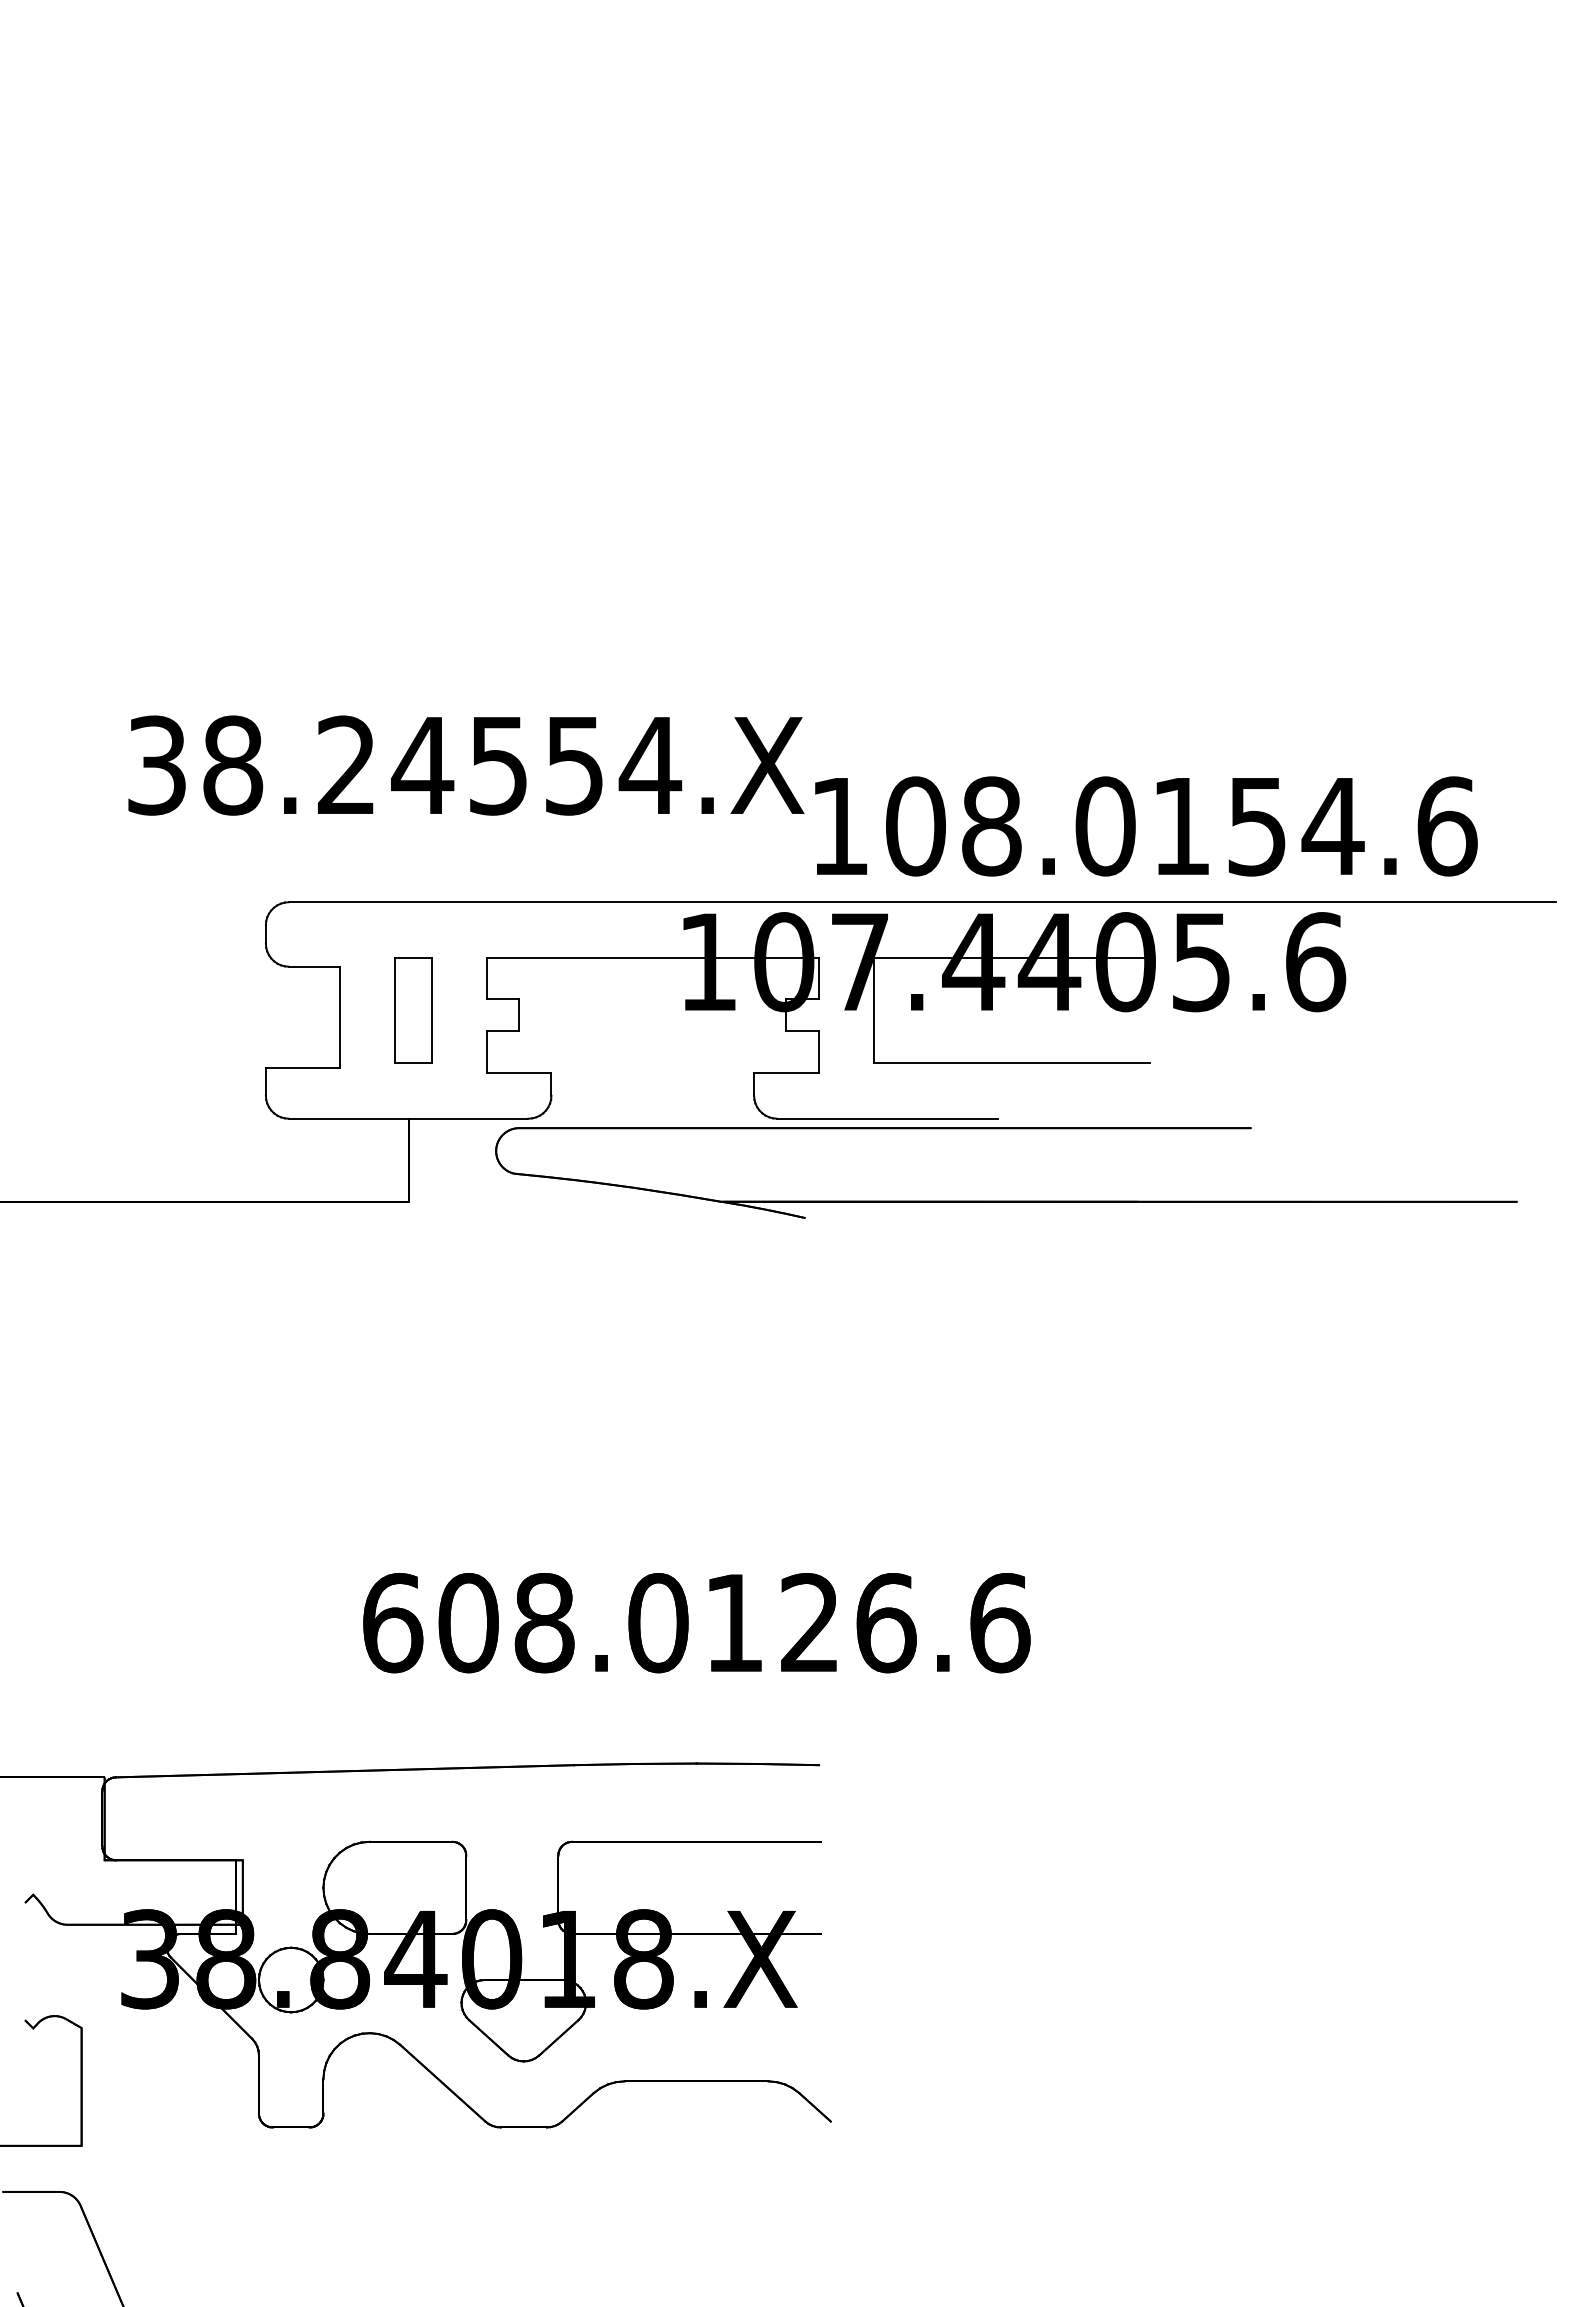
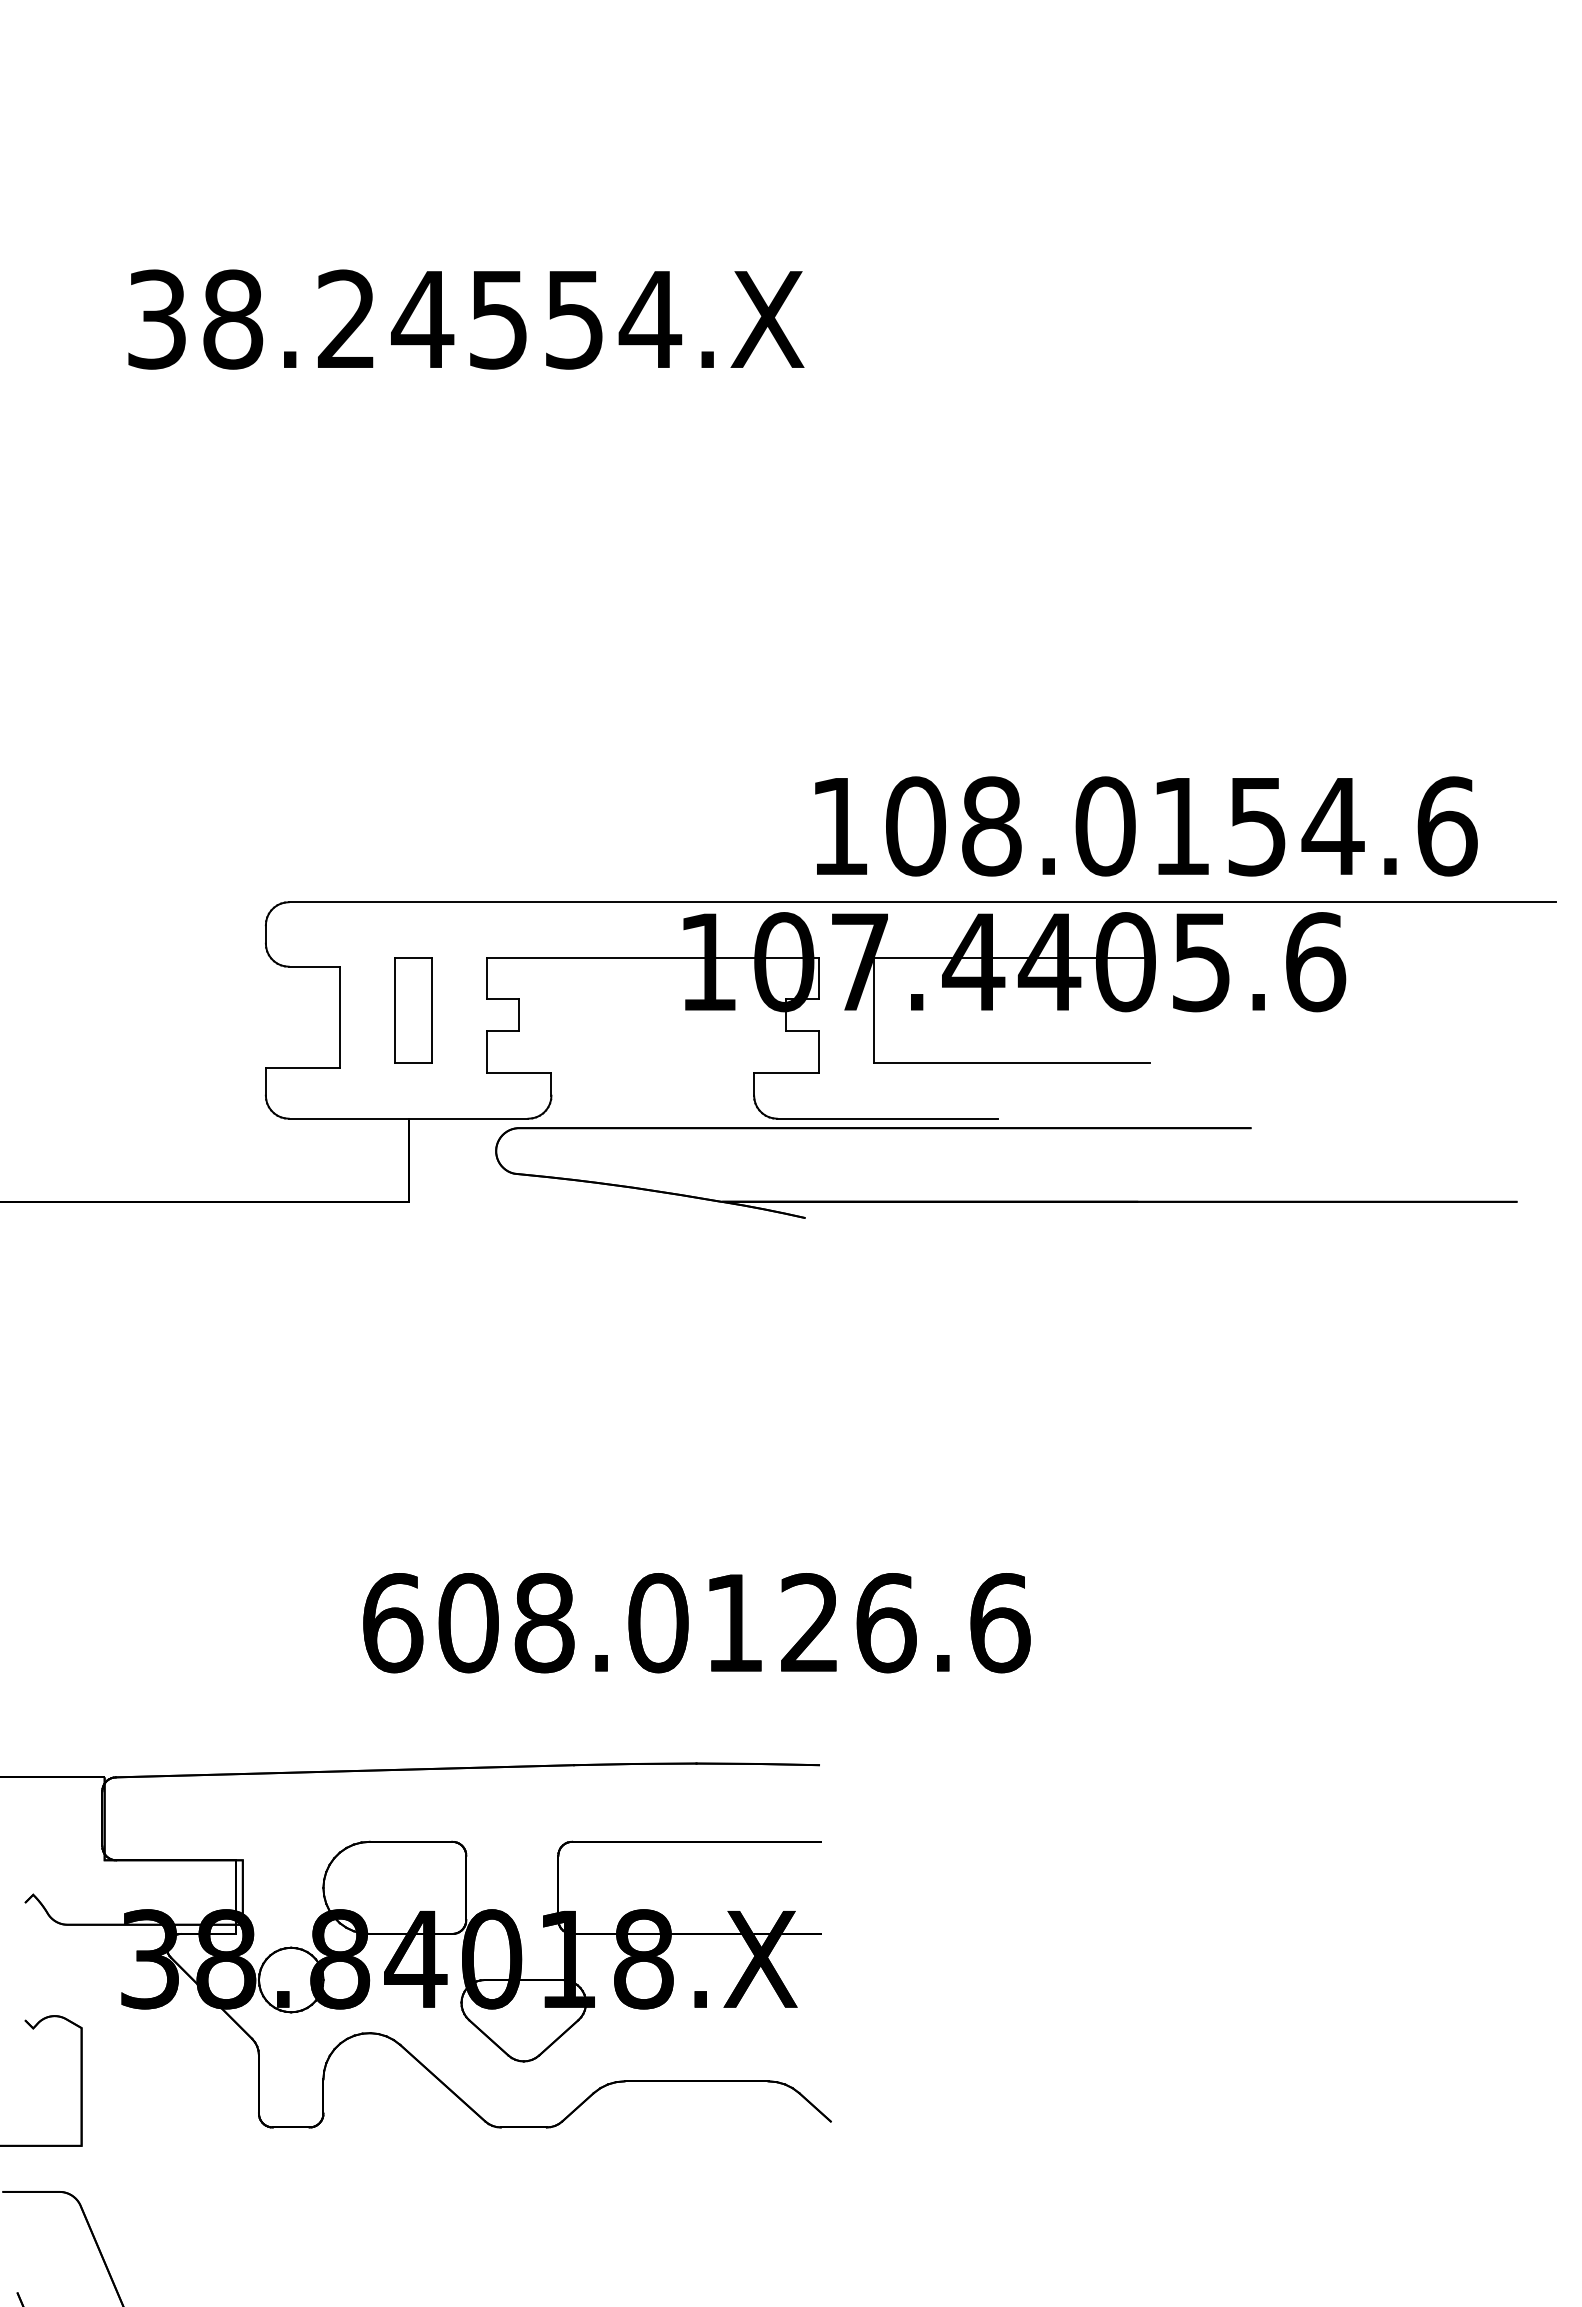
text at (466, 765) position: (466, 765) -> (466, 319)
